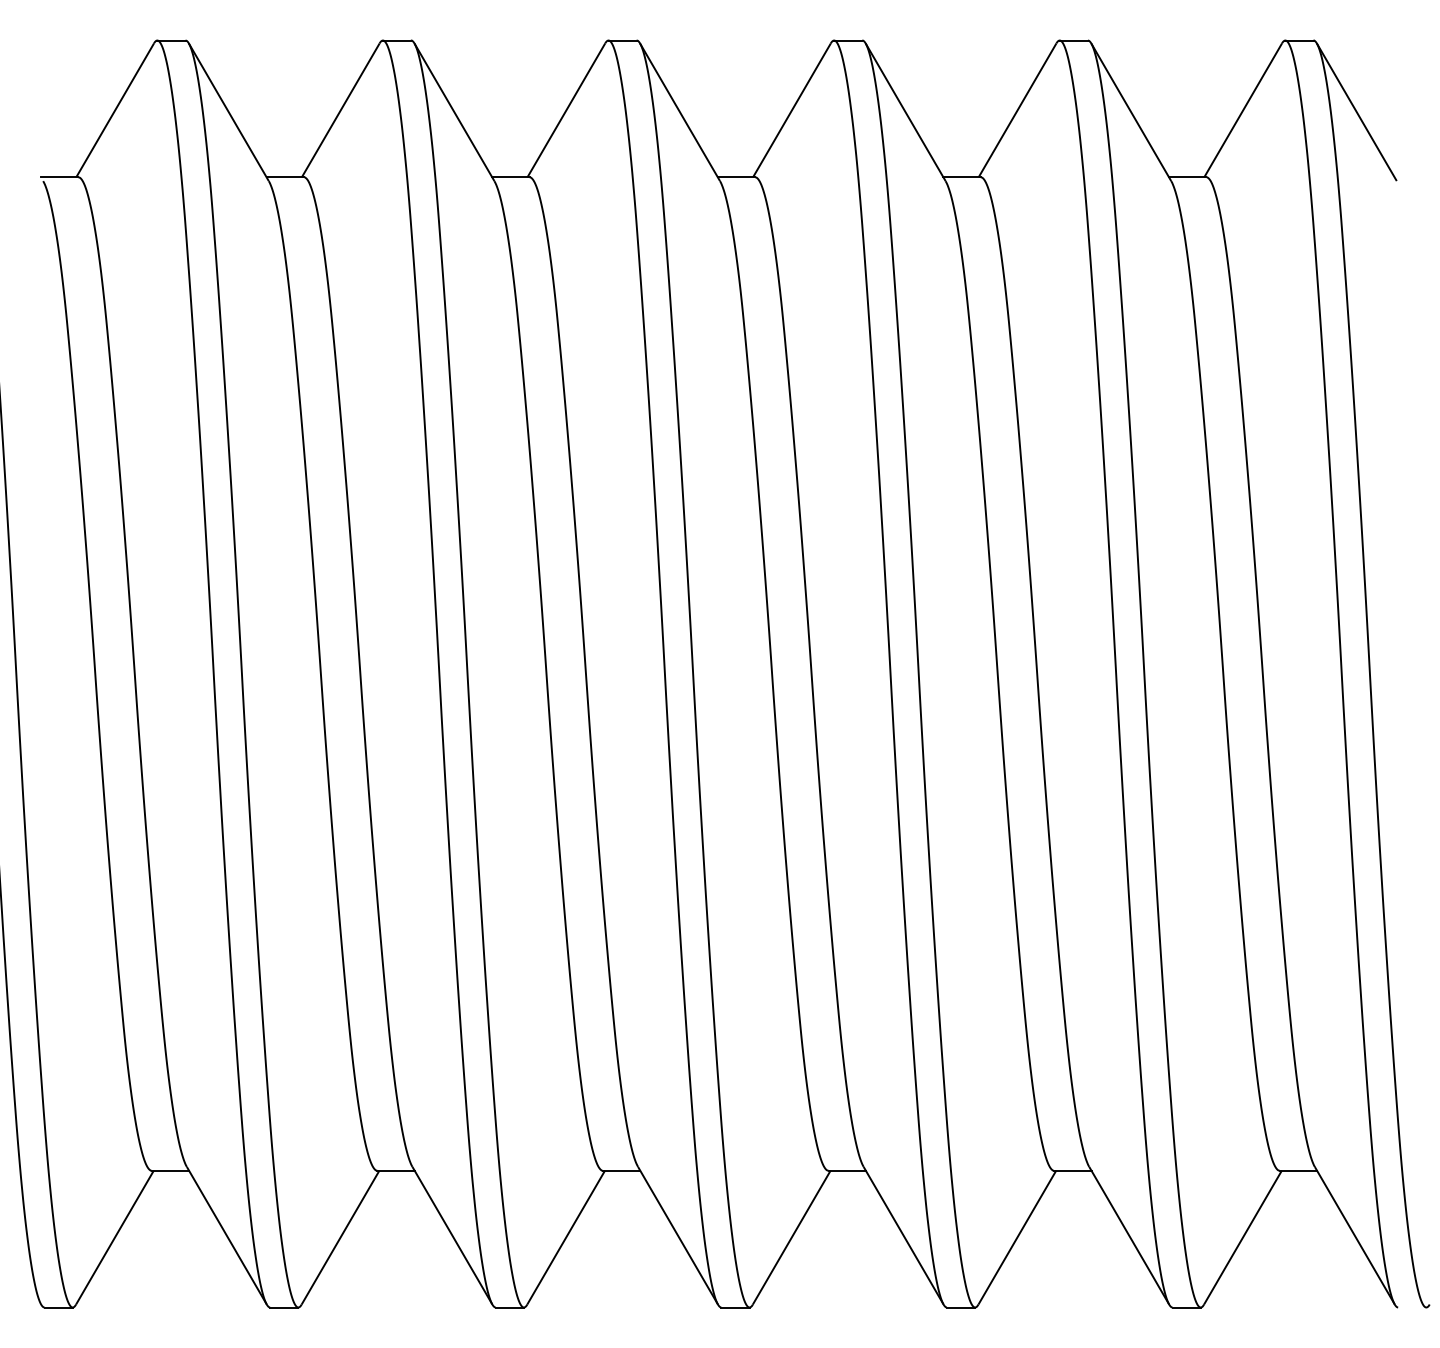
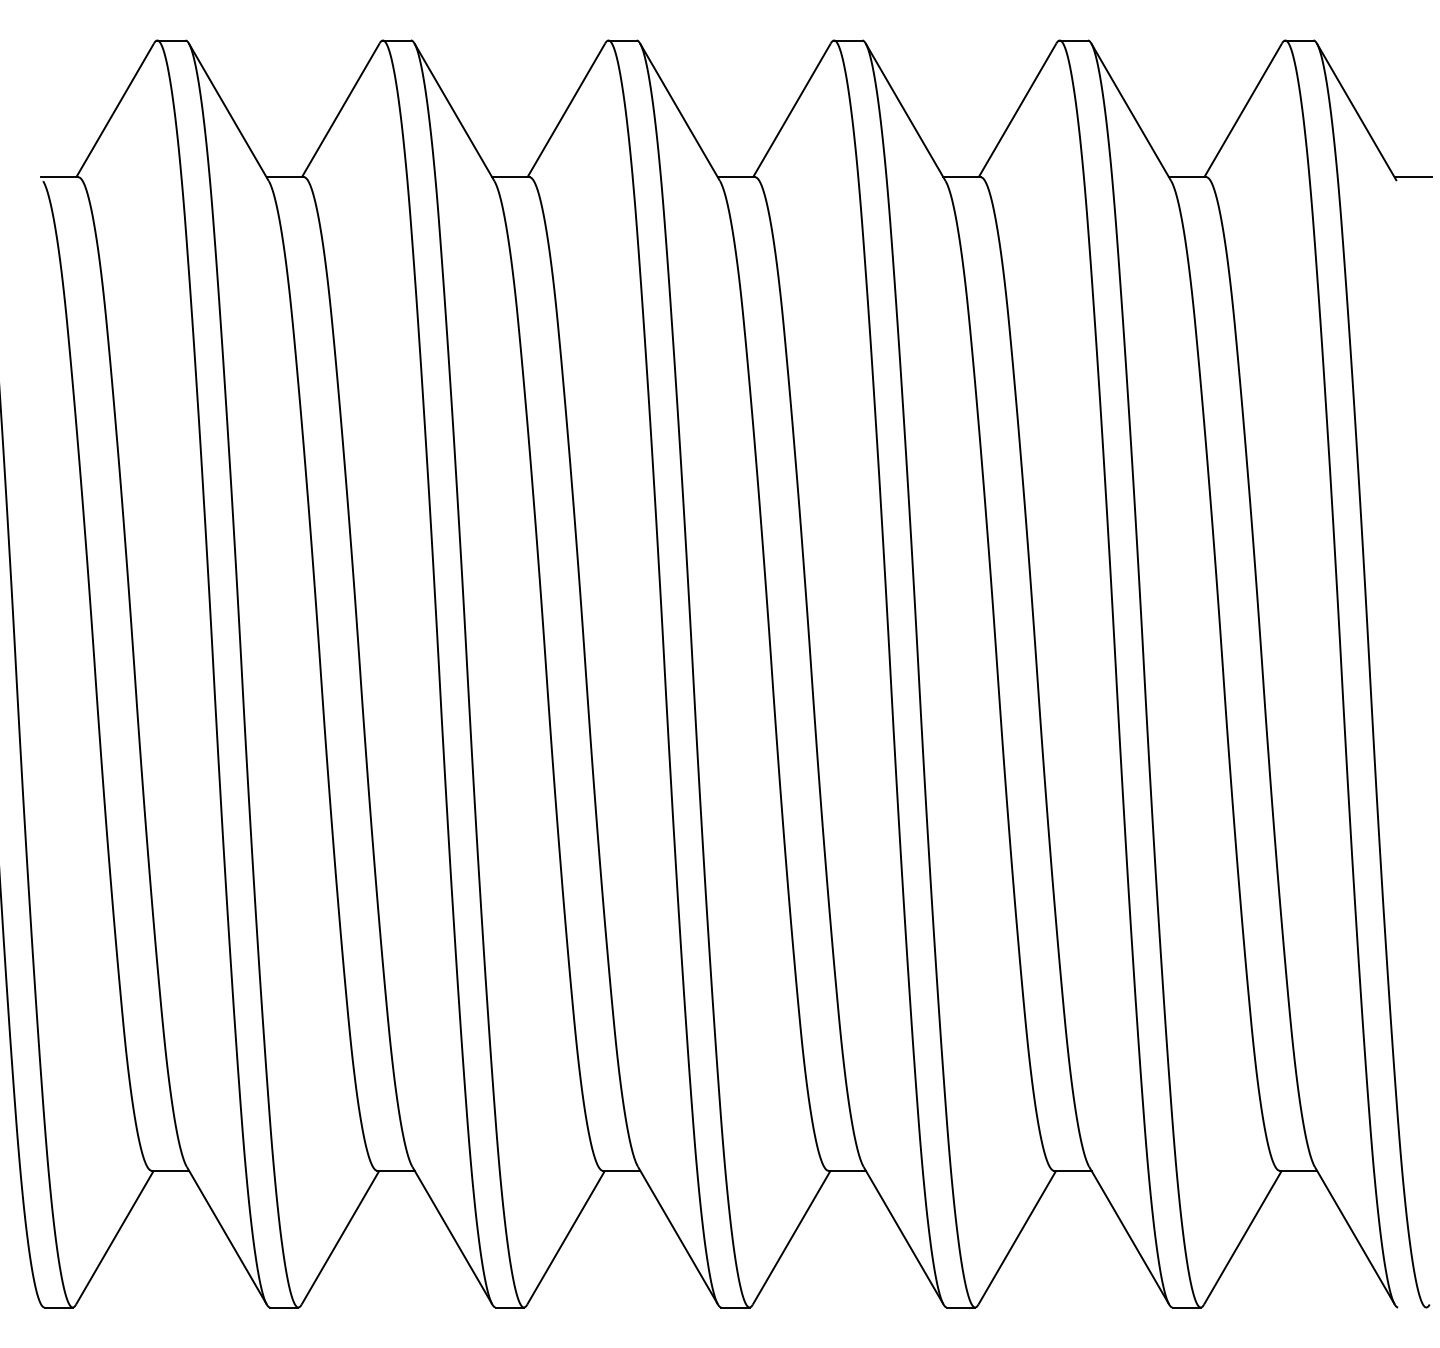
line at (1412, 177): none -> present
